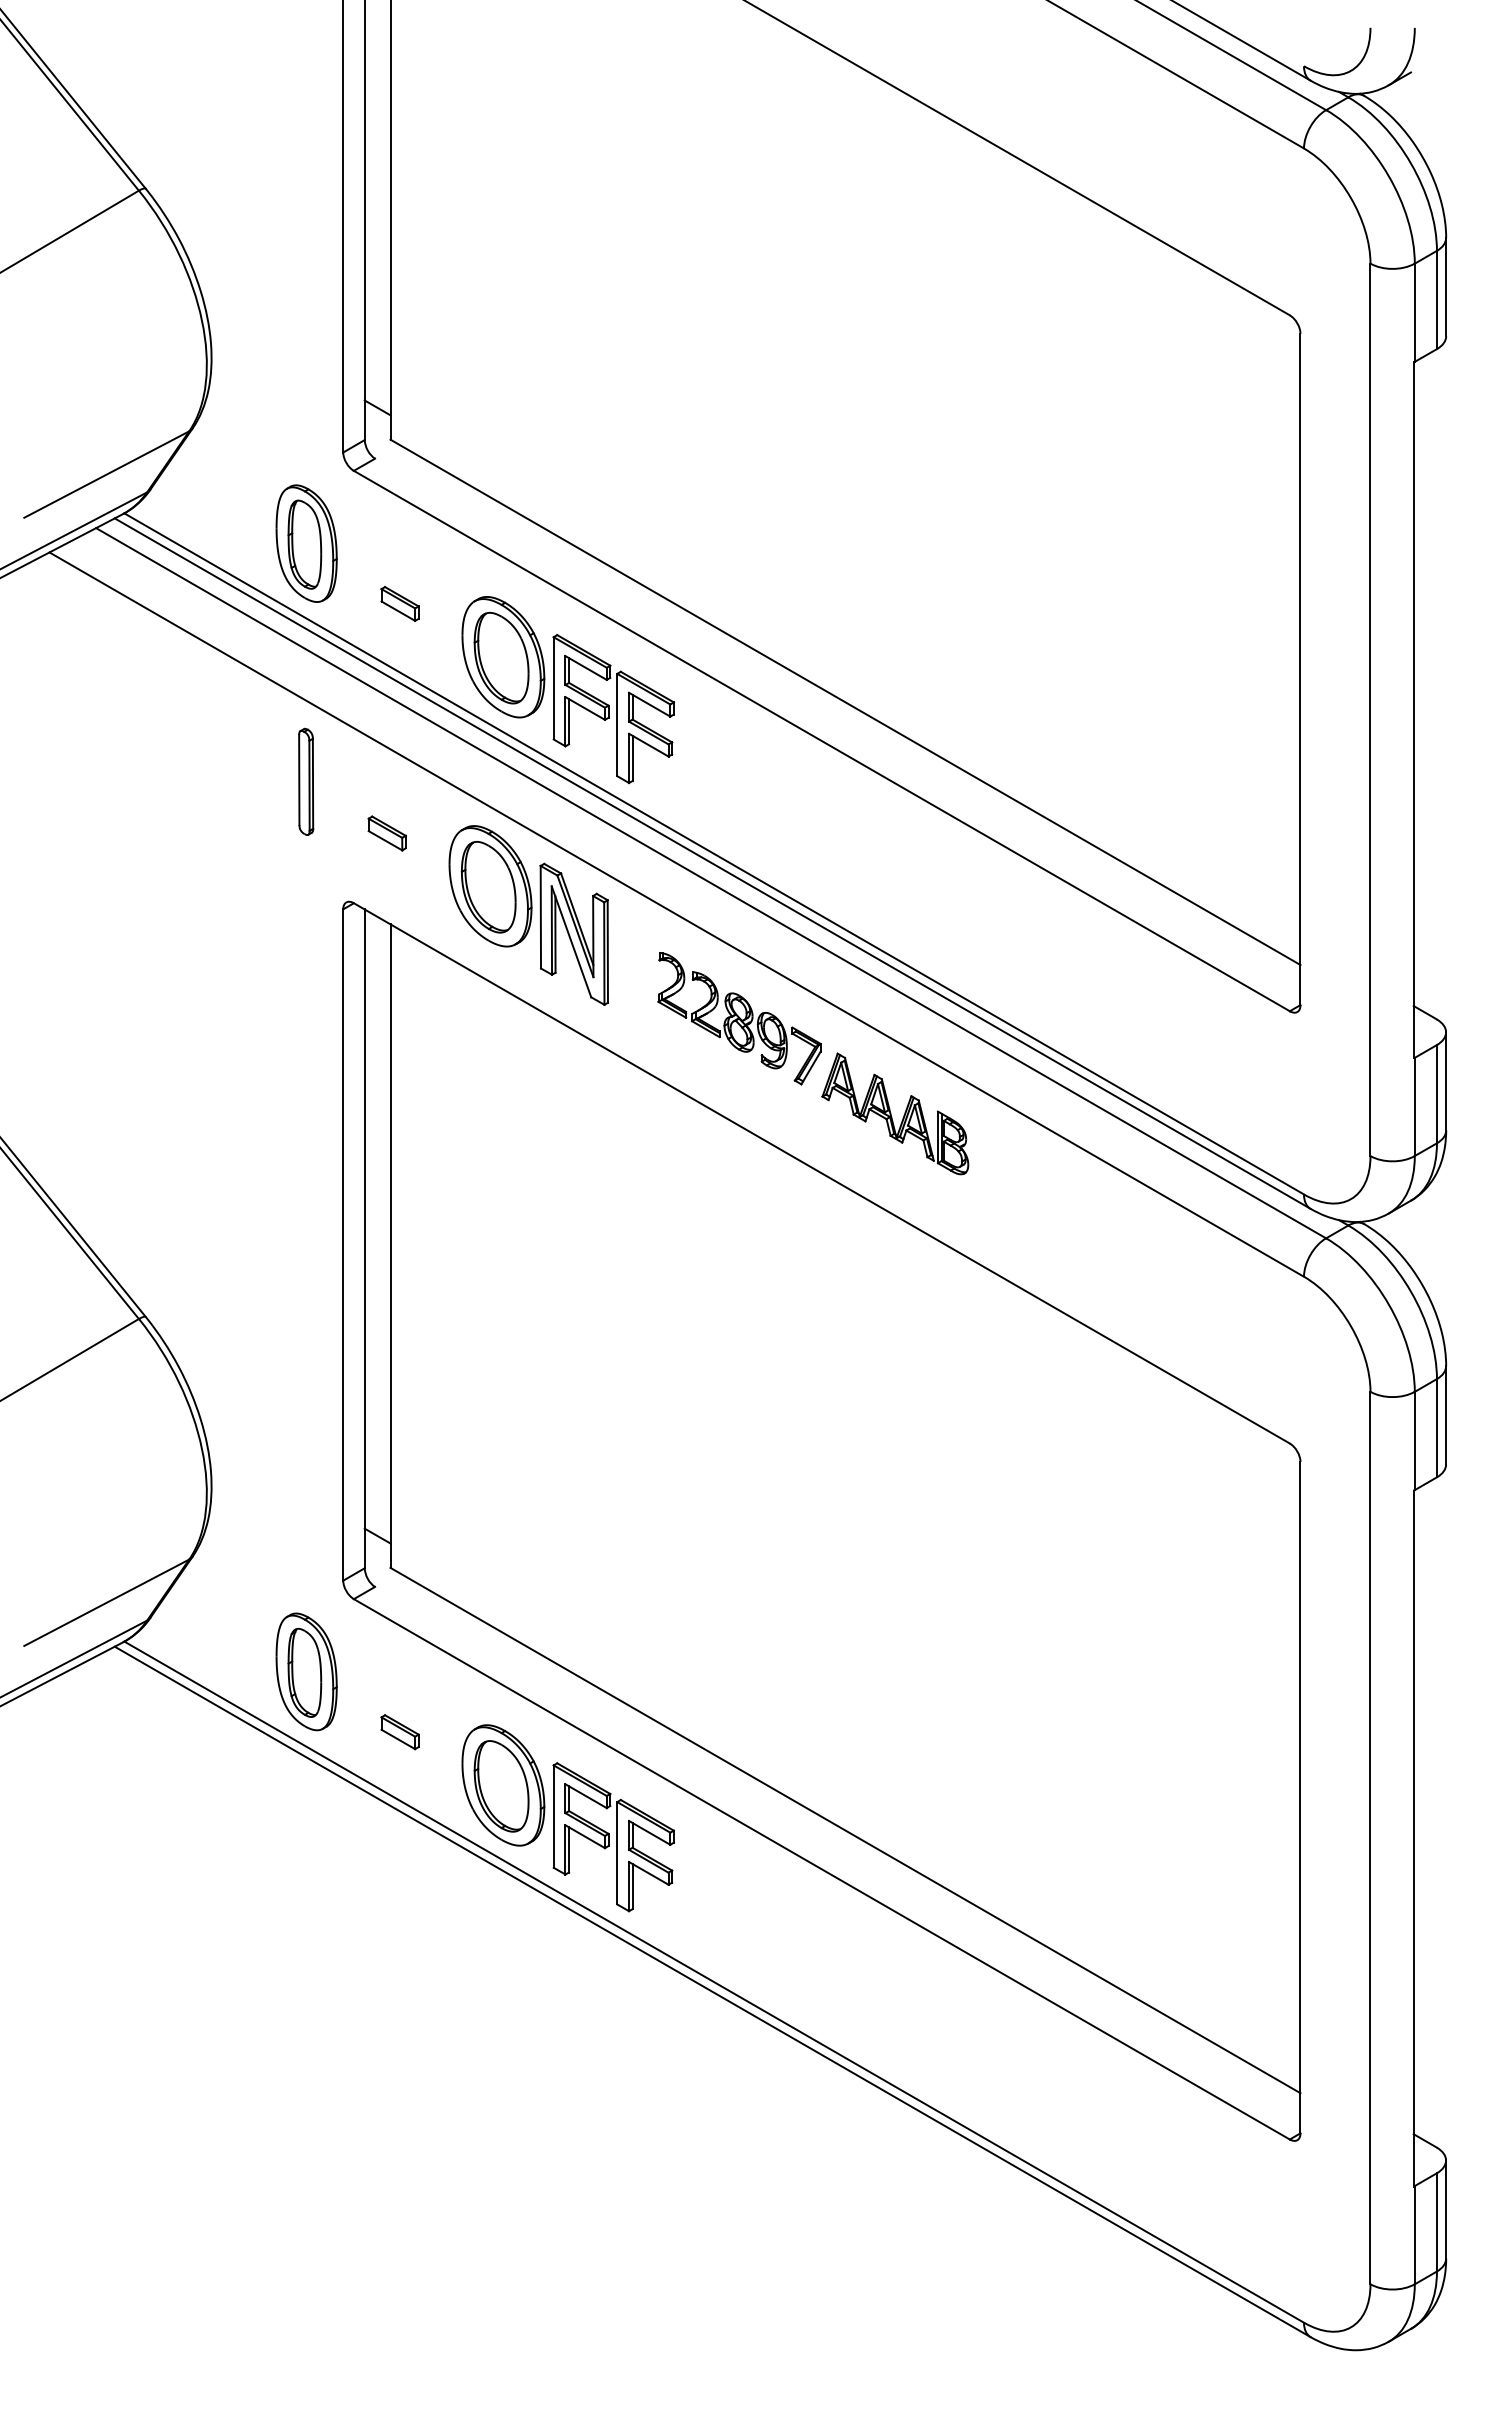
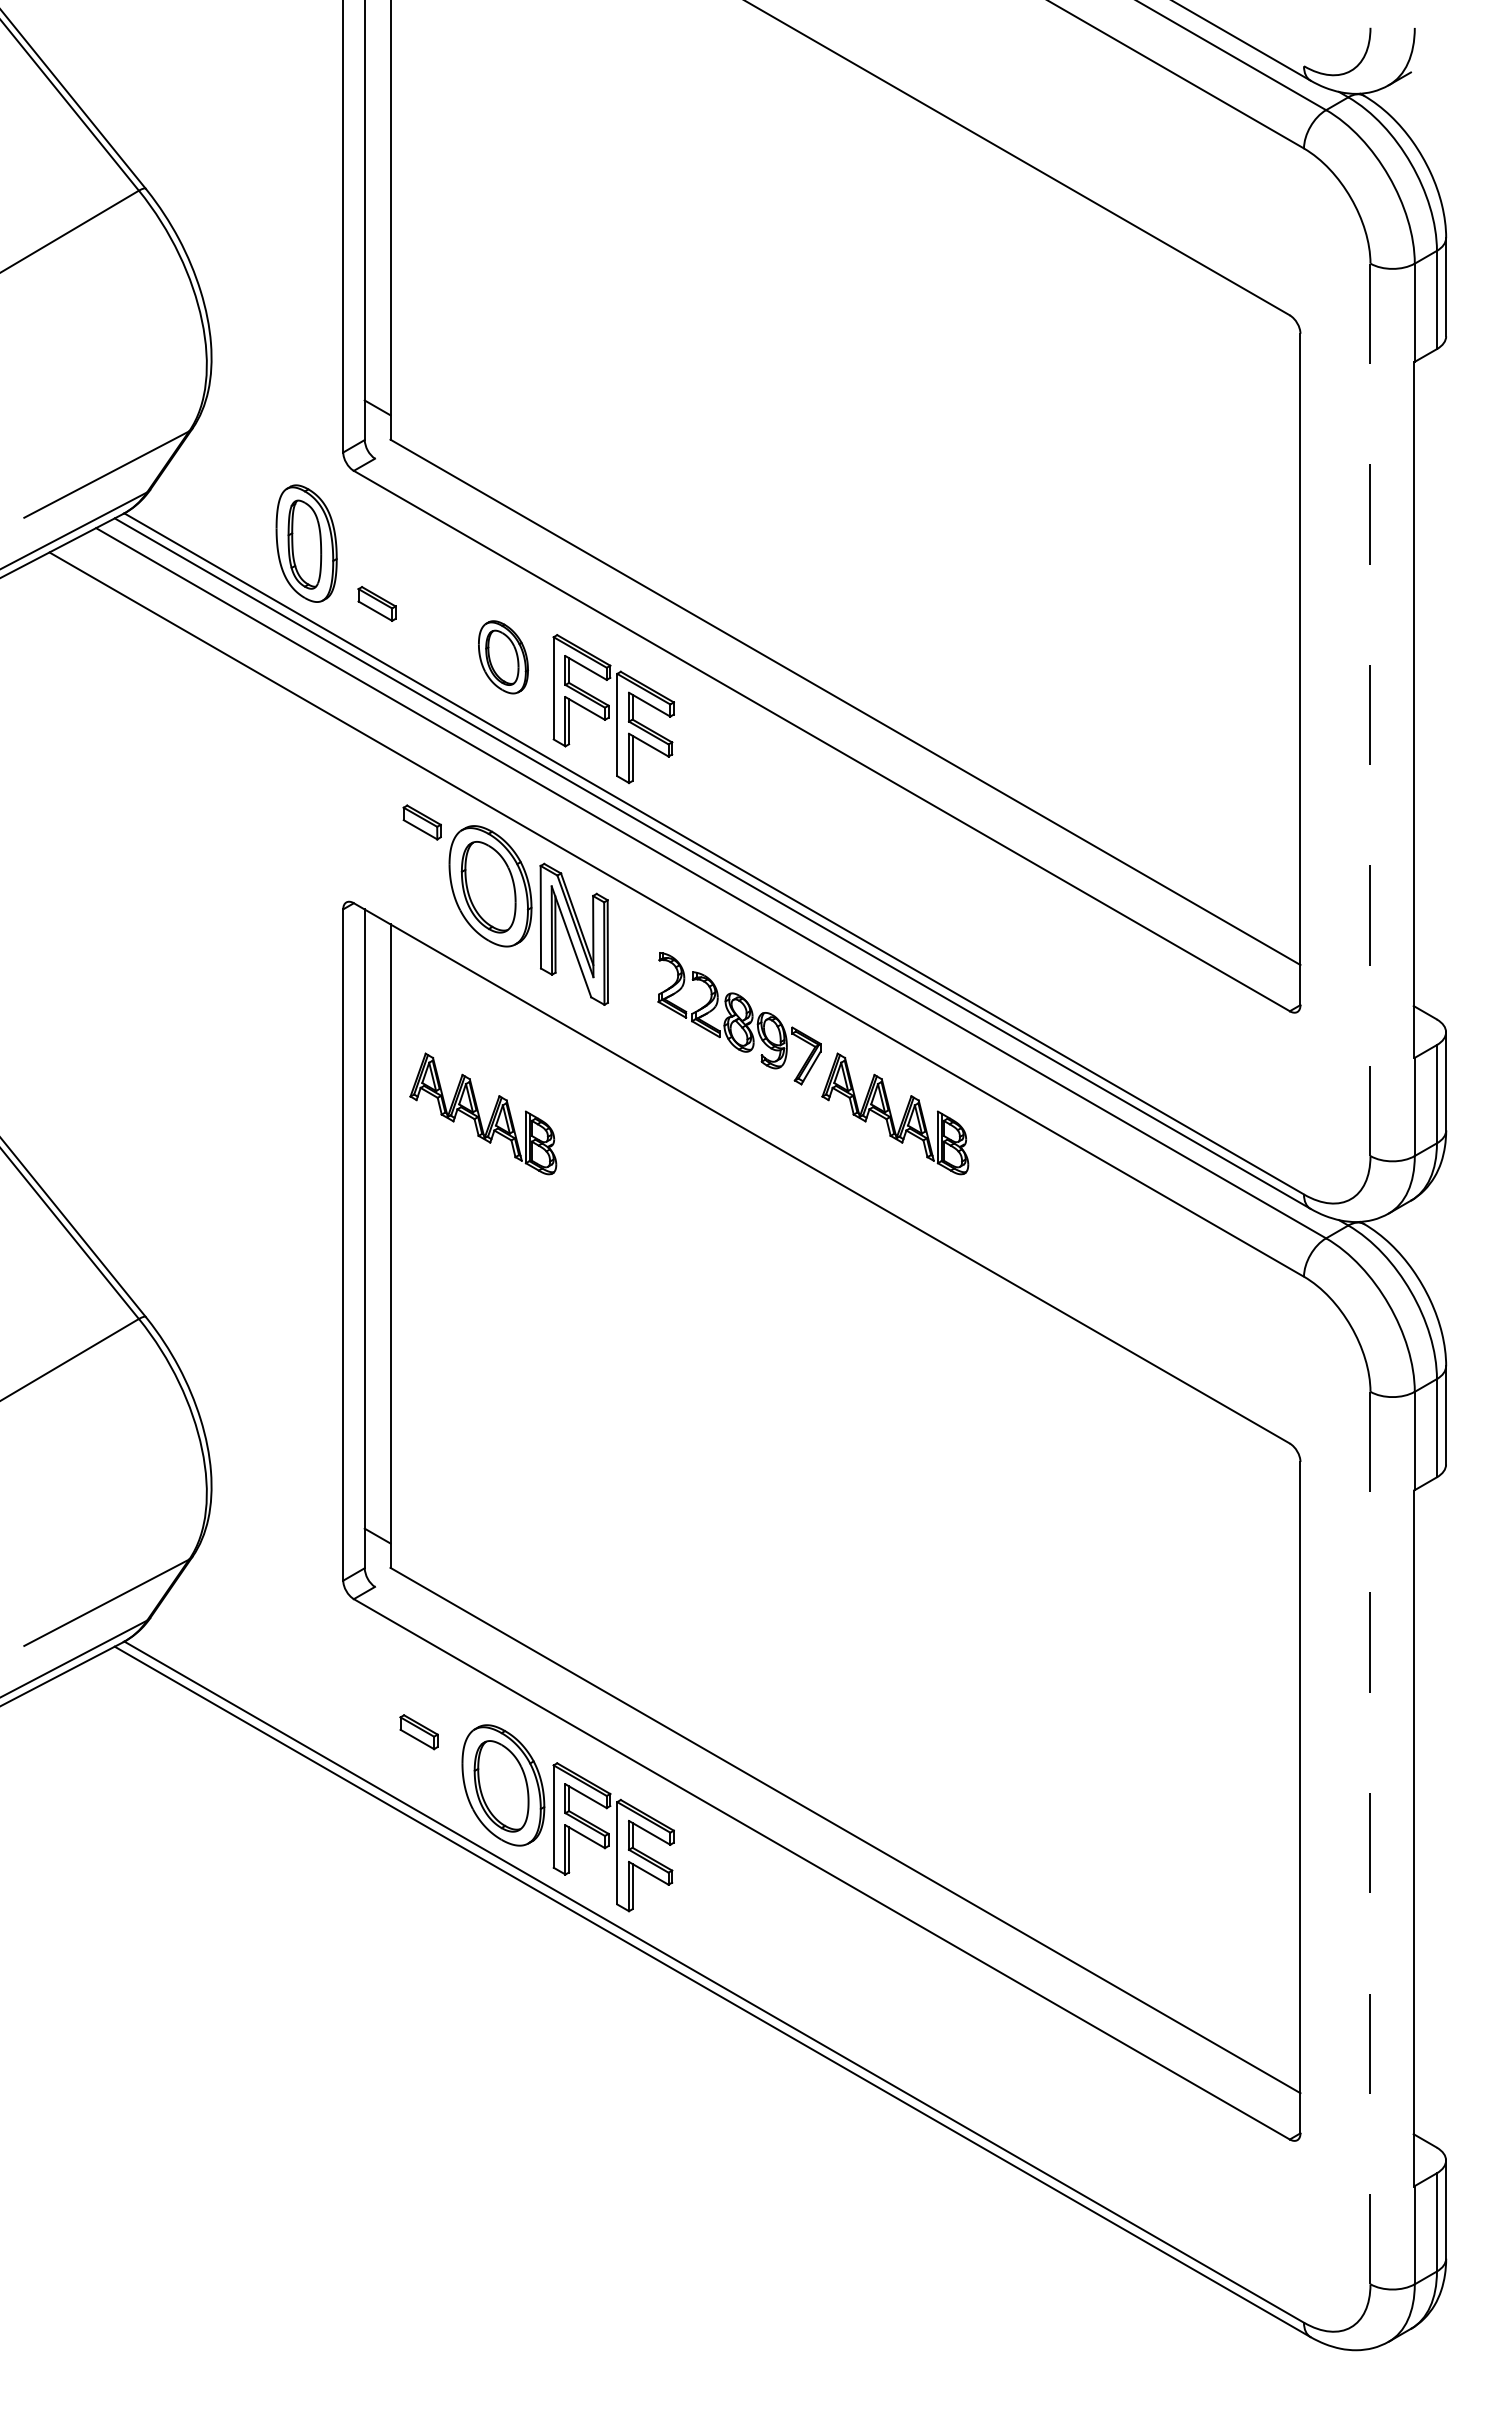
part at (399, 603) position: (399, 603) -> (376, 603)
part at (503, 657) size: 85x123 px -> 51x75 px
line at (1370, 710): solid -> dashed
part at (306, 781): present -> none
part at (386, 833) position: (386, 833) -> (421, 822)
part at (483, 1113): none -> present
part at (306, 1671): present -> none
part at (399, 1732) position: (399, 1732) -> (418, 1732)
line at (1370, 1838): solid -> dashed
